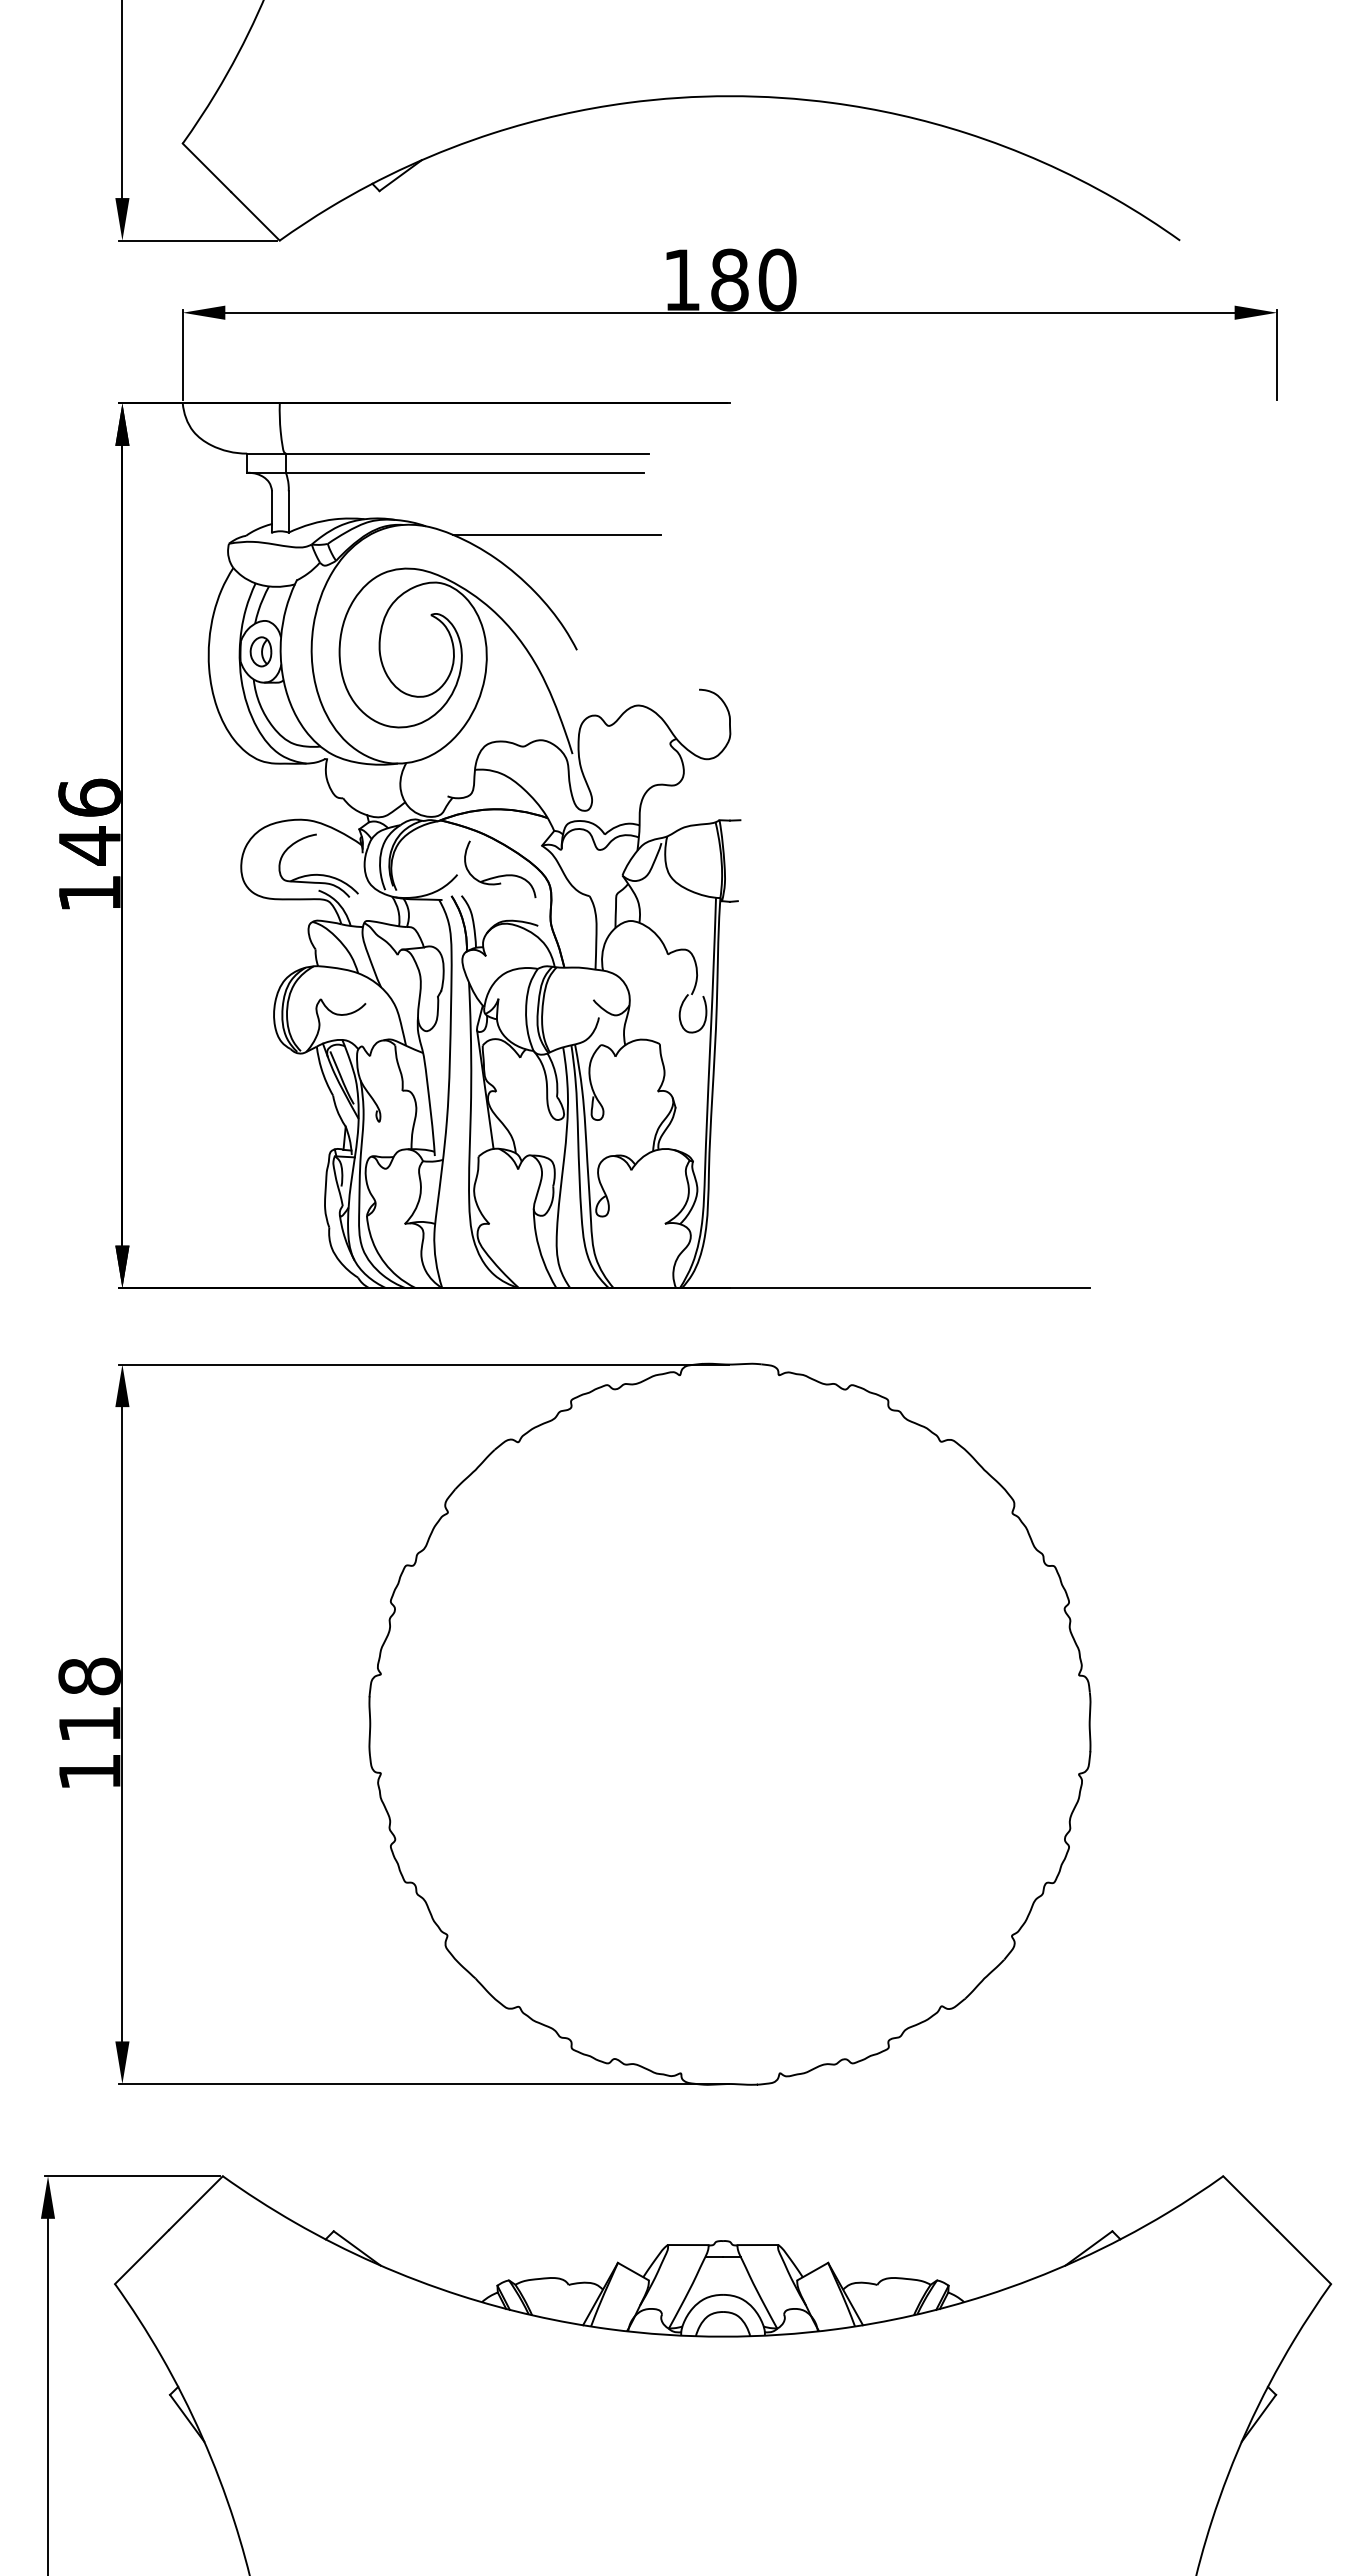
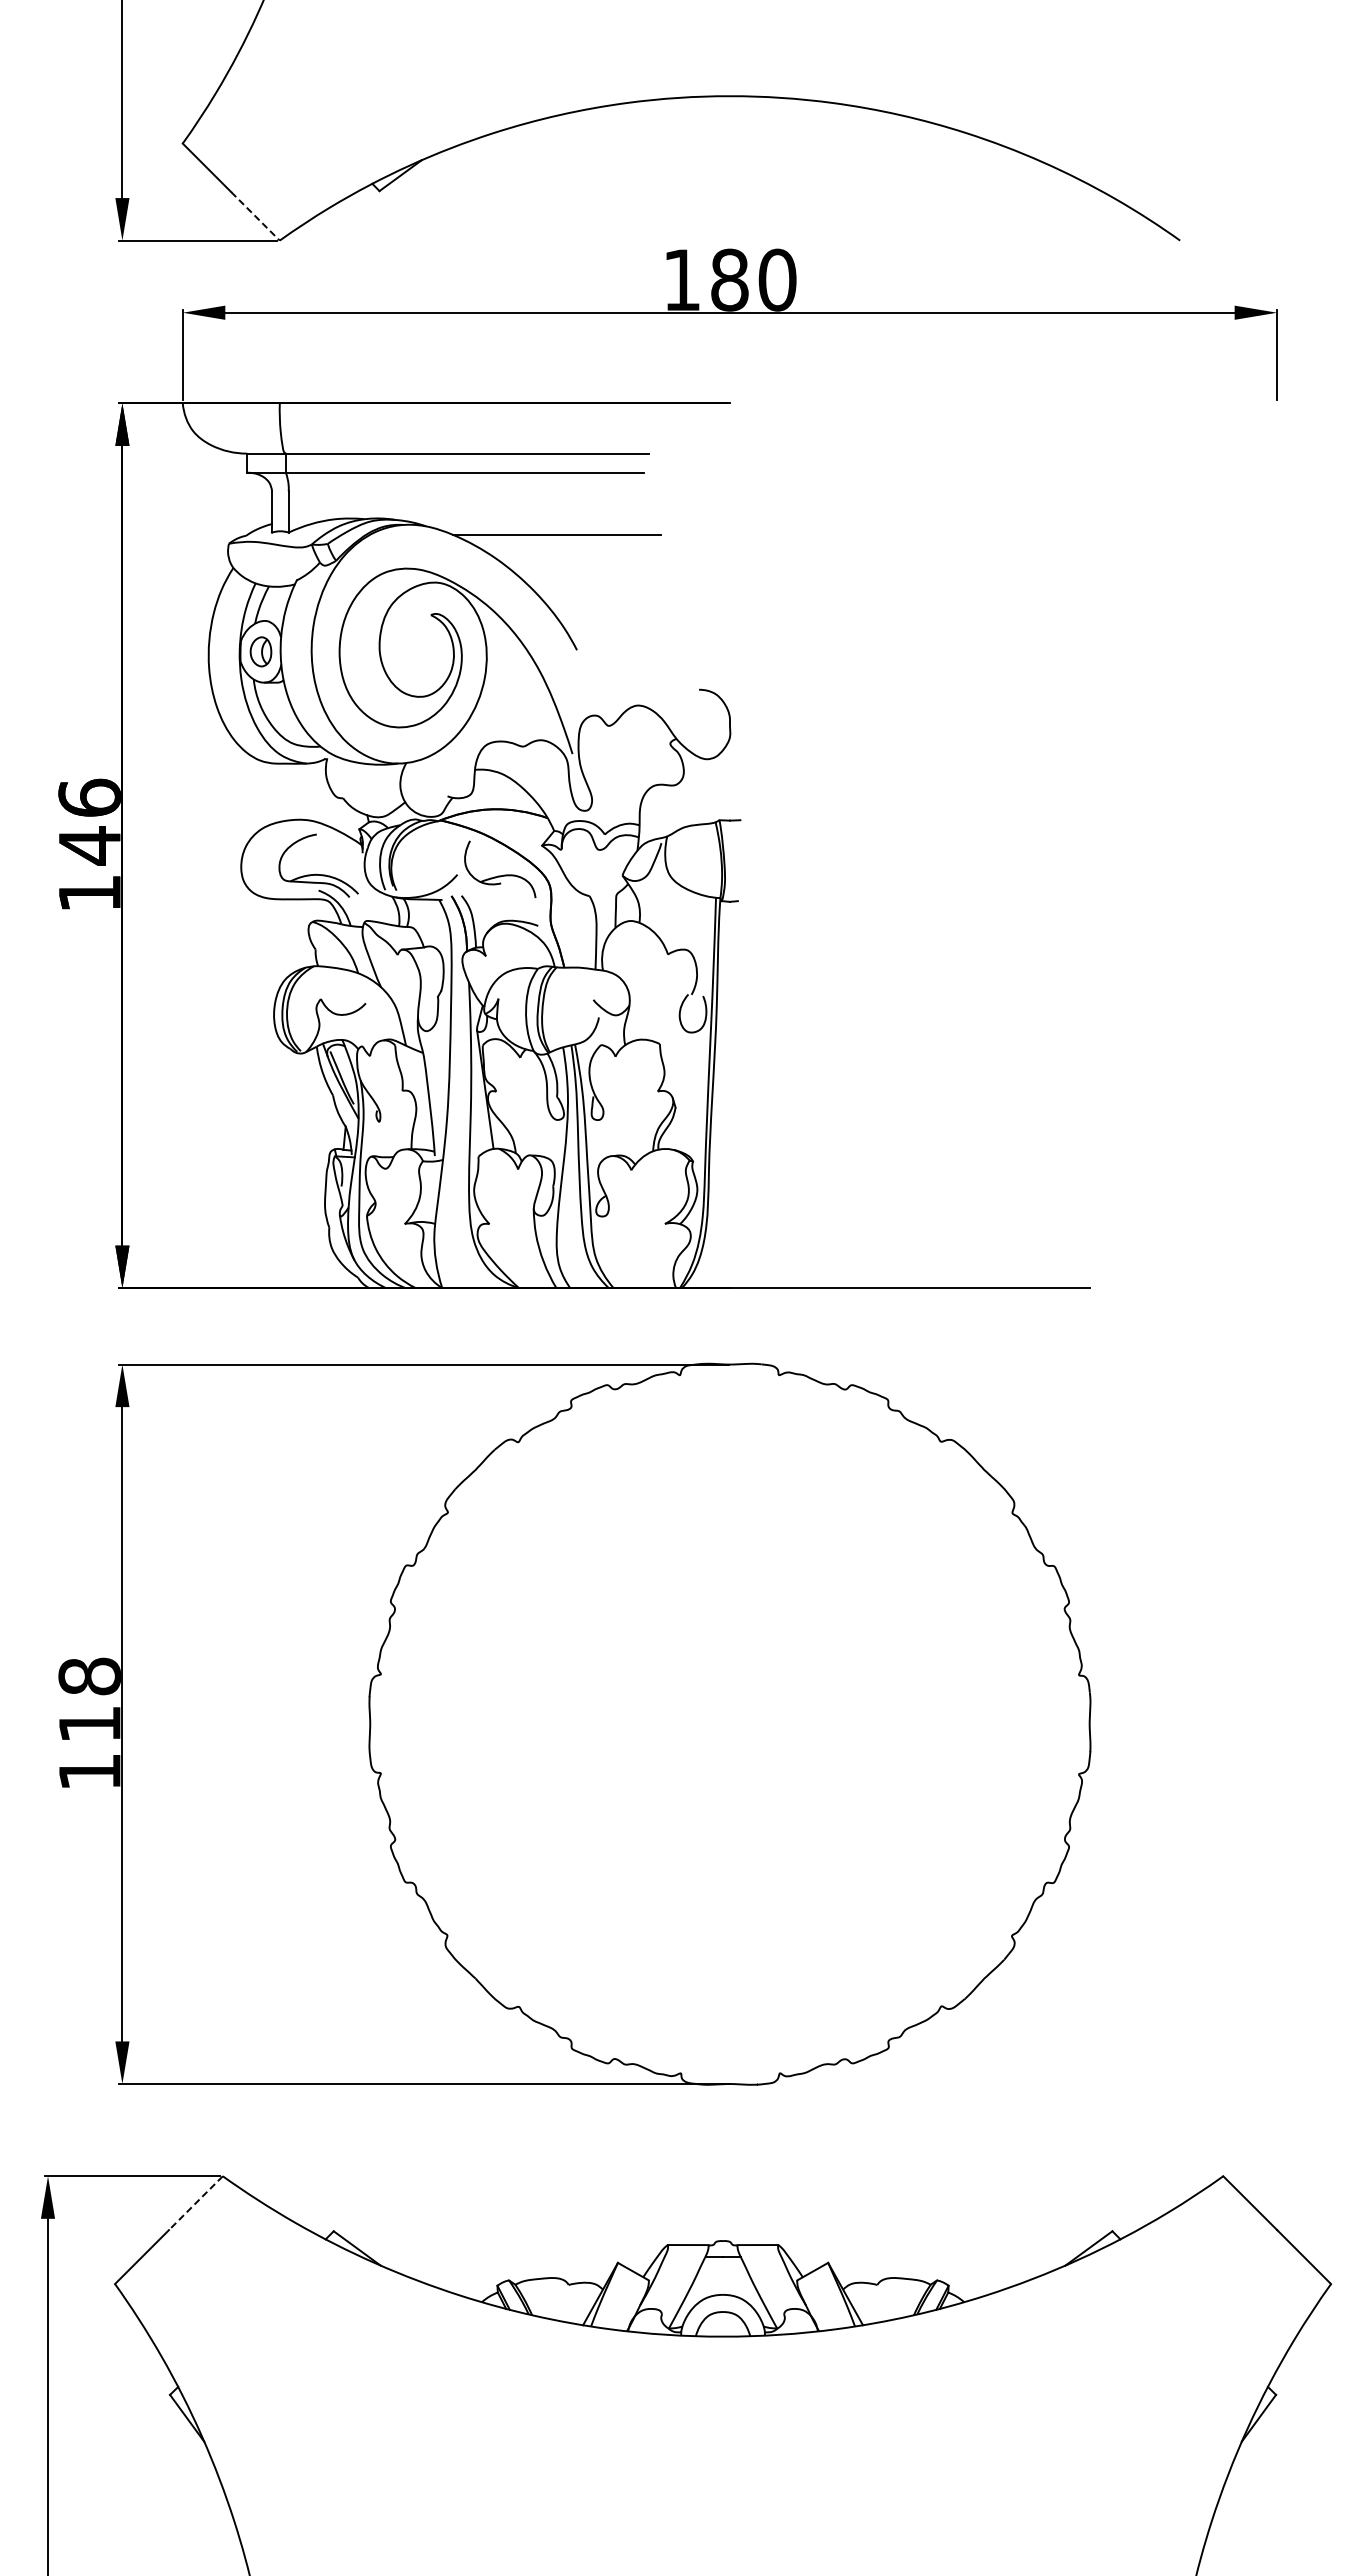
line at (255, 216): solid -> dashed
line at (195, 2203): solid -> dashed
